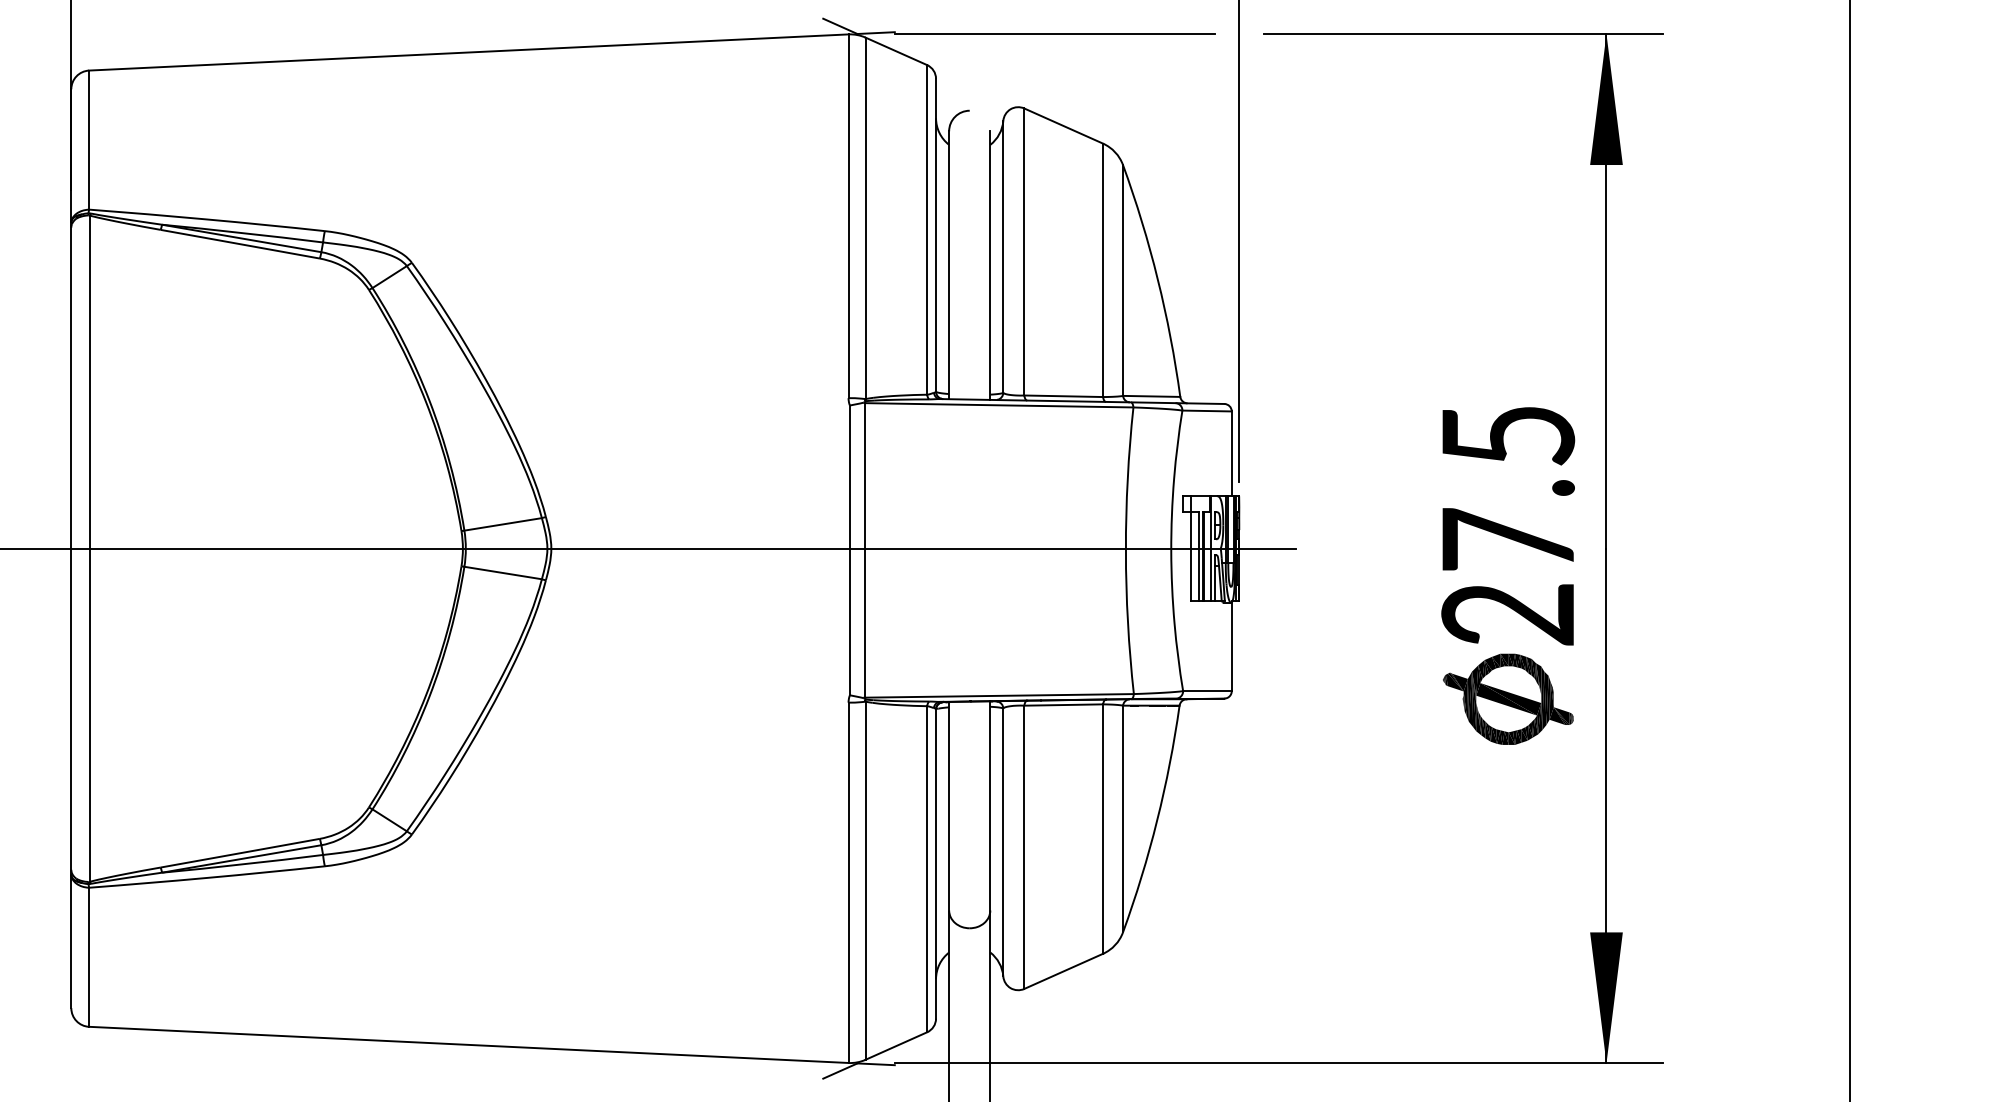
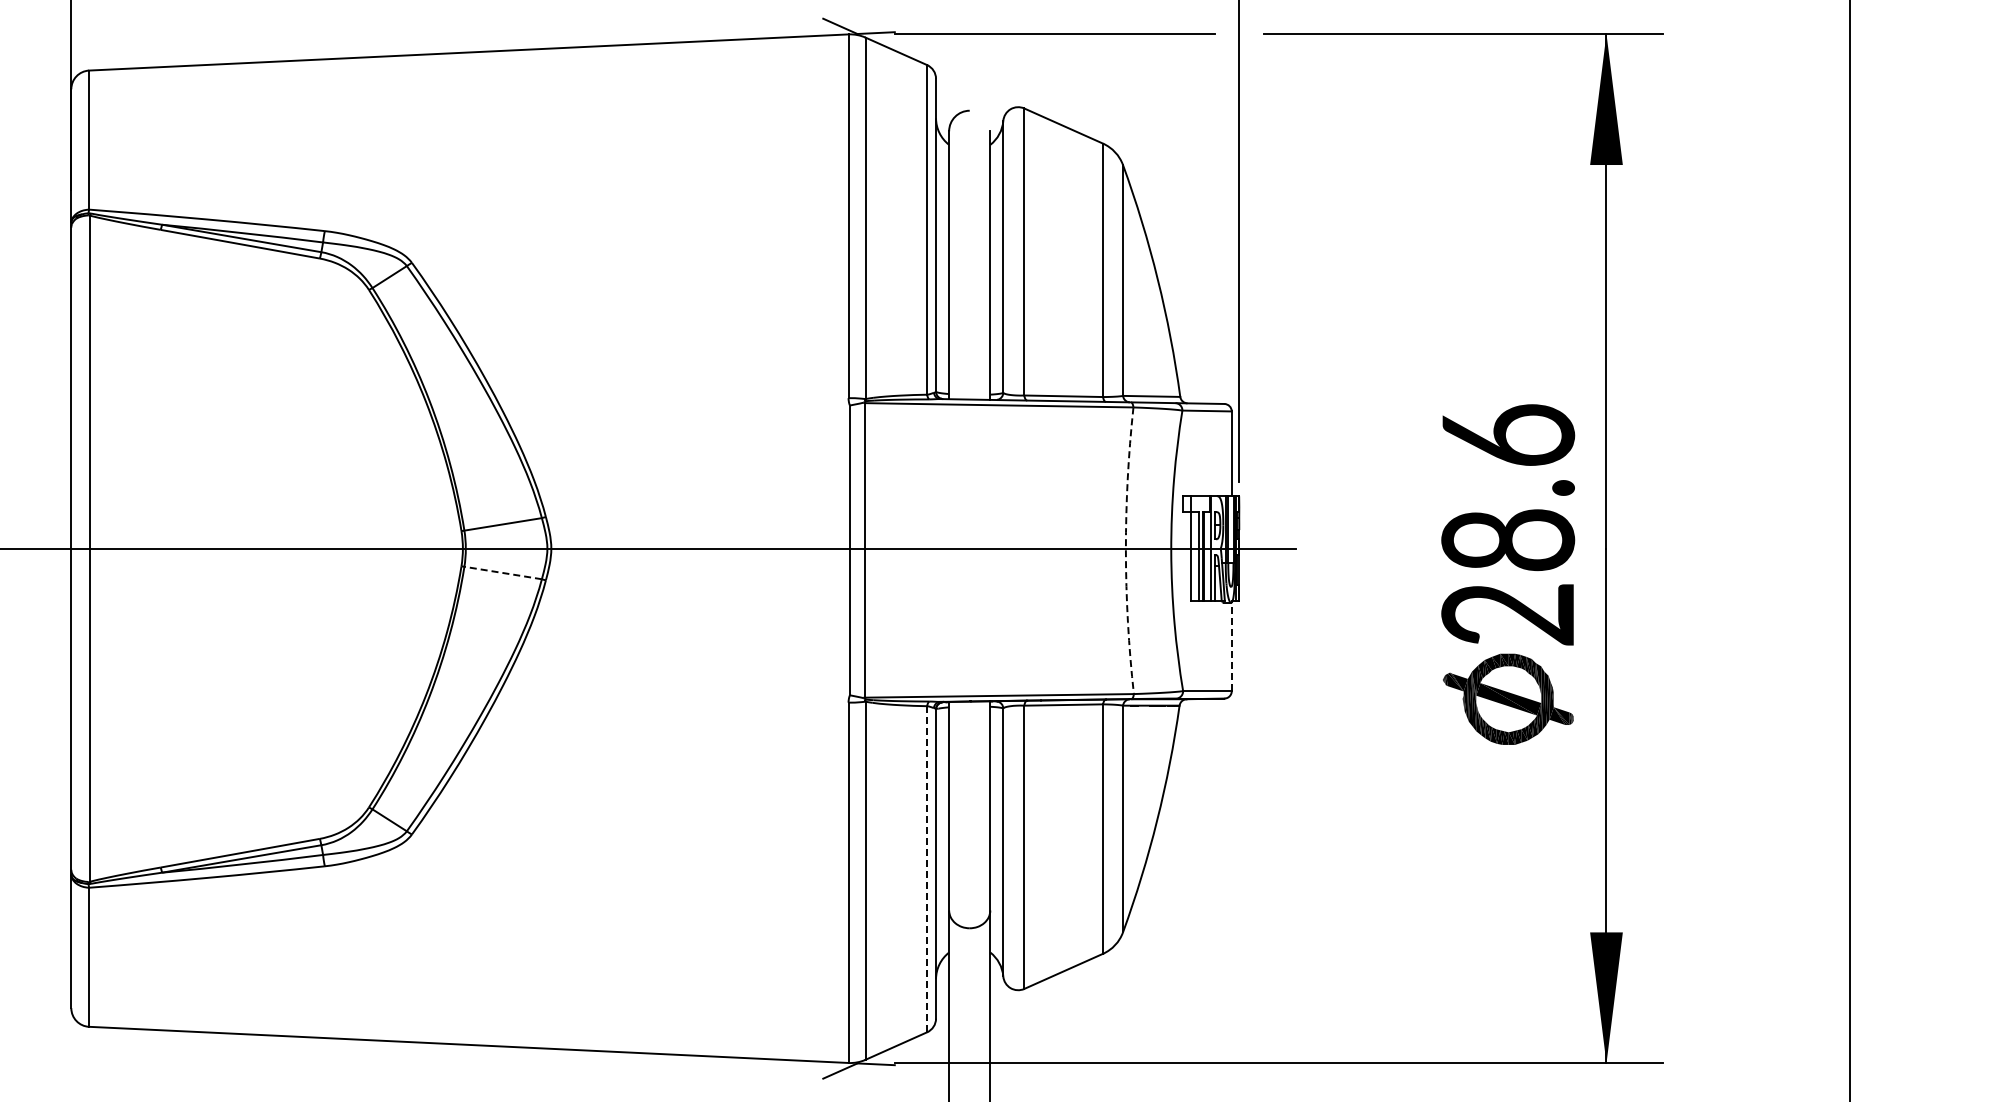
text at (1508, 487): 27.5 -> 28.6
arc at (1125, 550): solid -> dashed
line at (502, 572): solid -> dashed
line at (1231, 646): solid -> dashed
line at (927, 868): solid -> dashed
